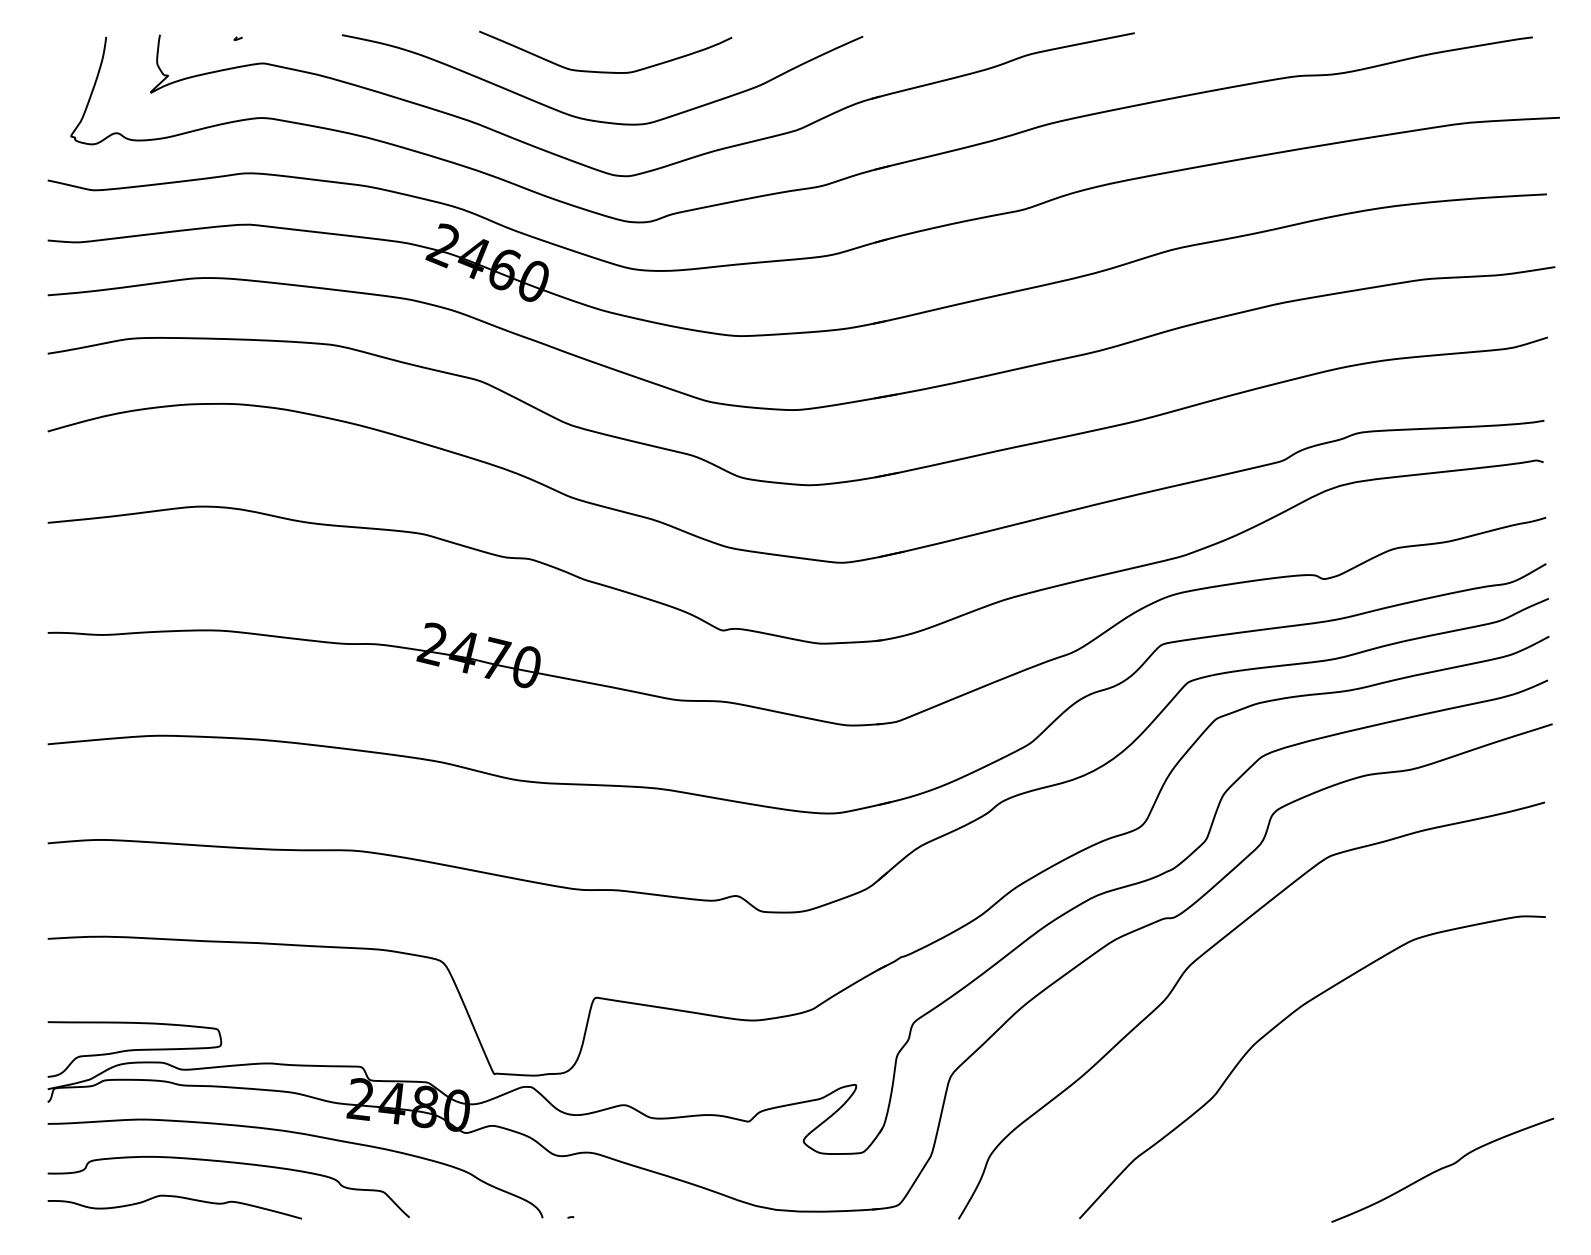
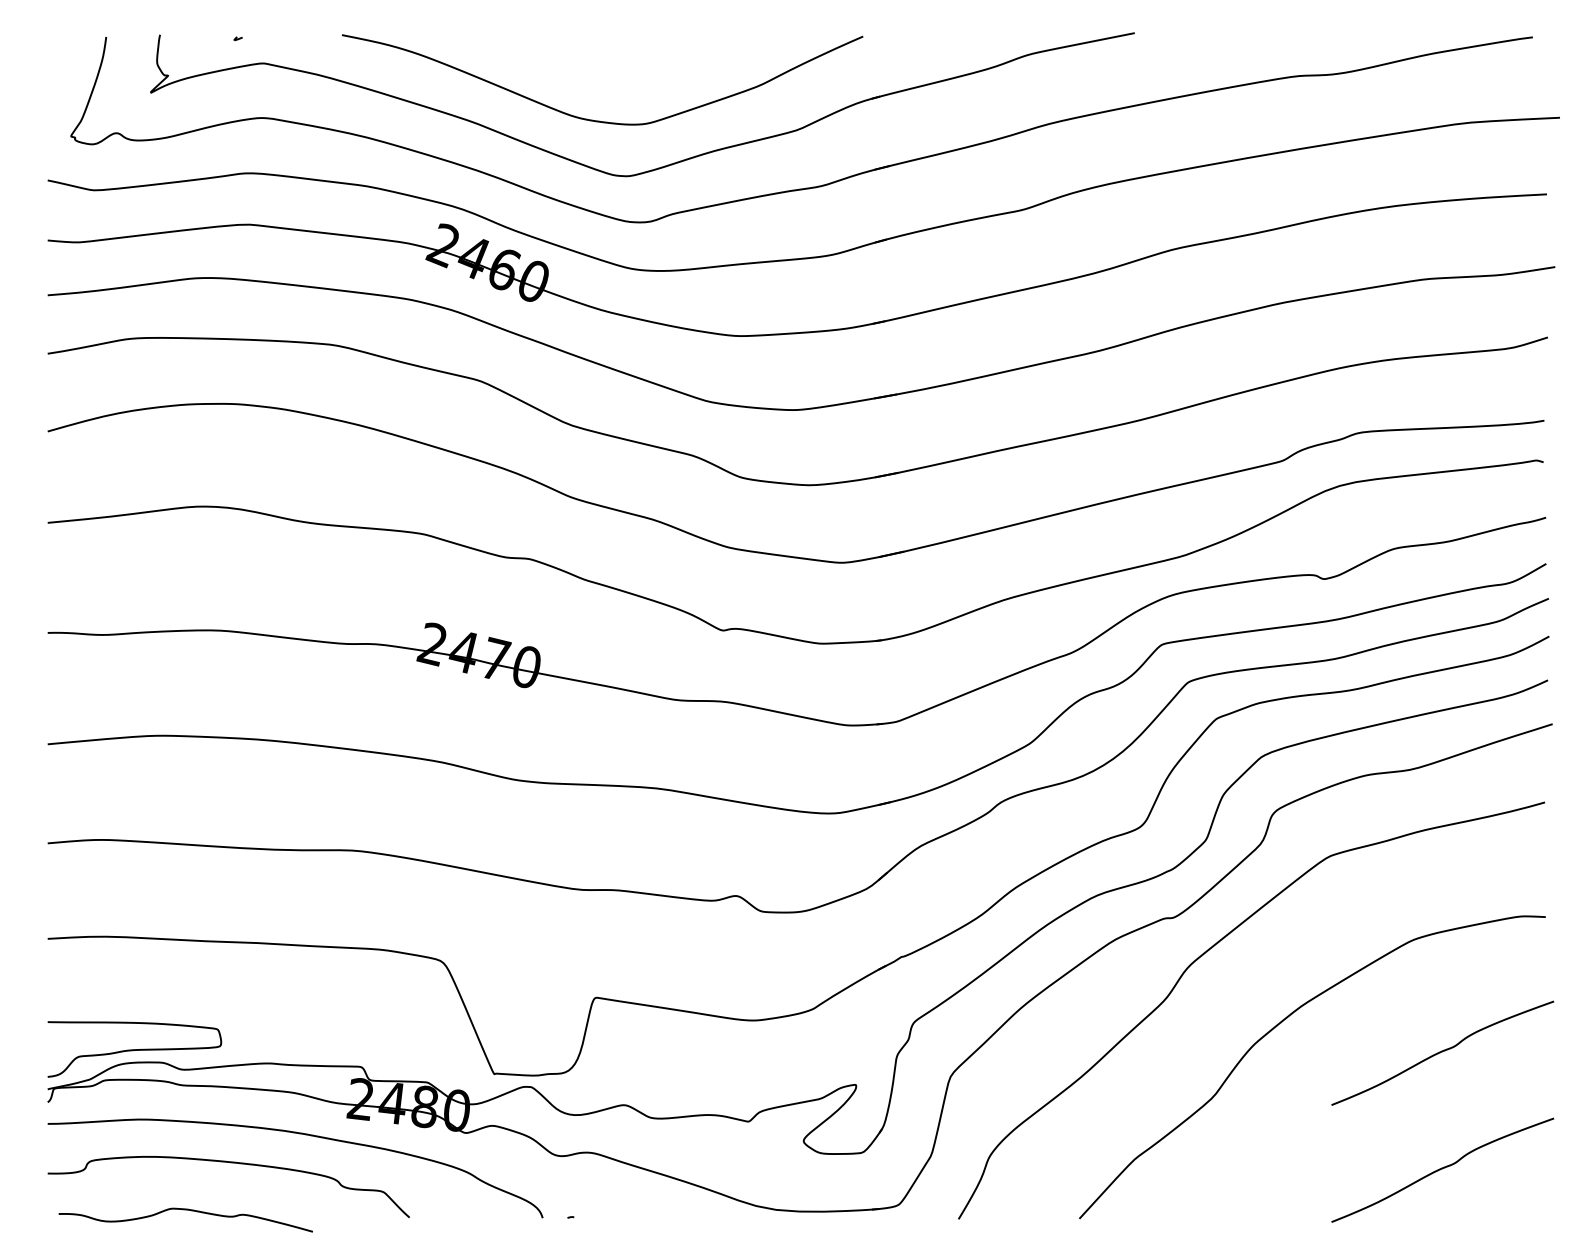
curve at (605, 71): present -> none
curve at (1442, 1052): none -> present
curve at (174, 1197) position: (174, 1197) -> (185, 1210)
